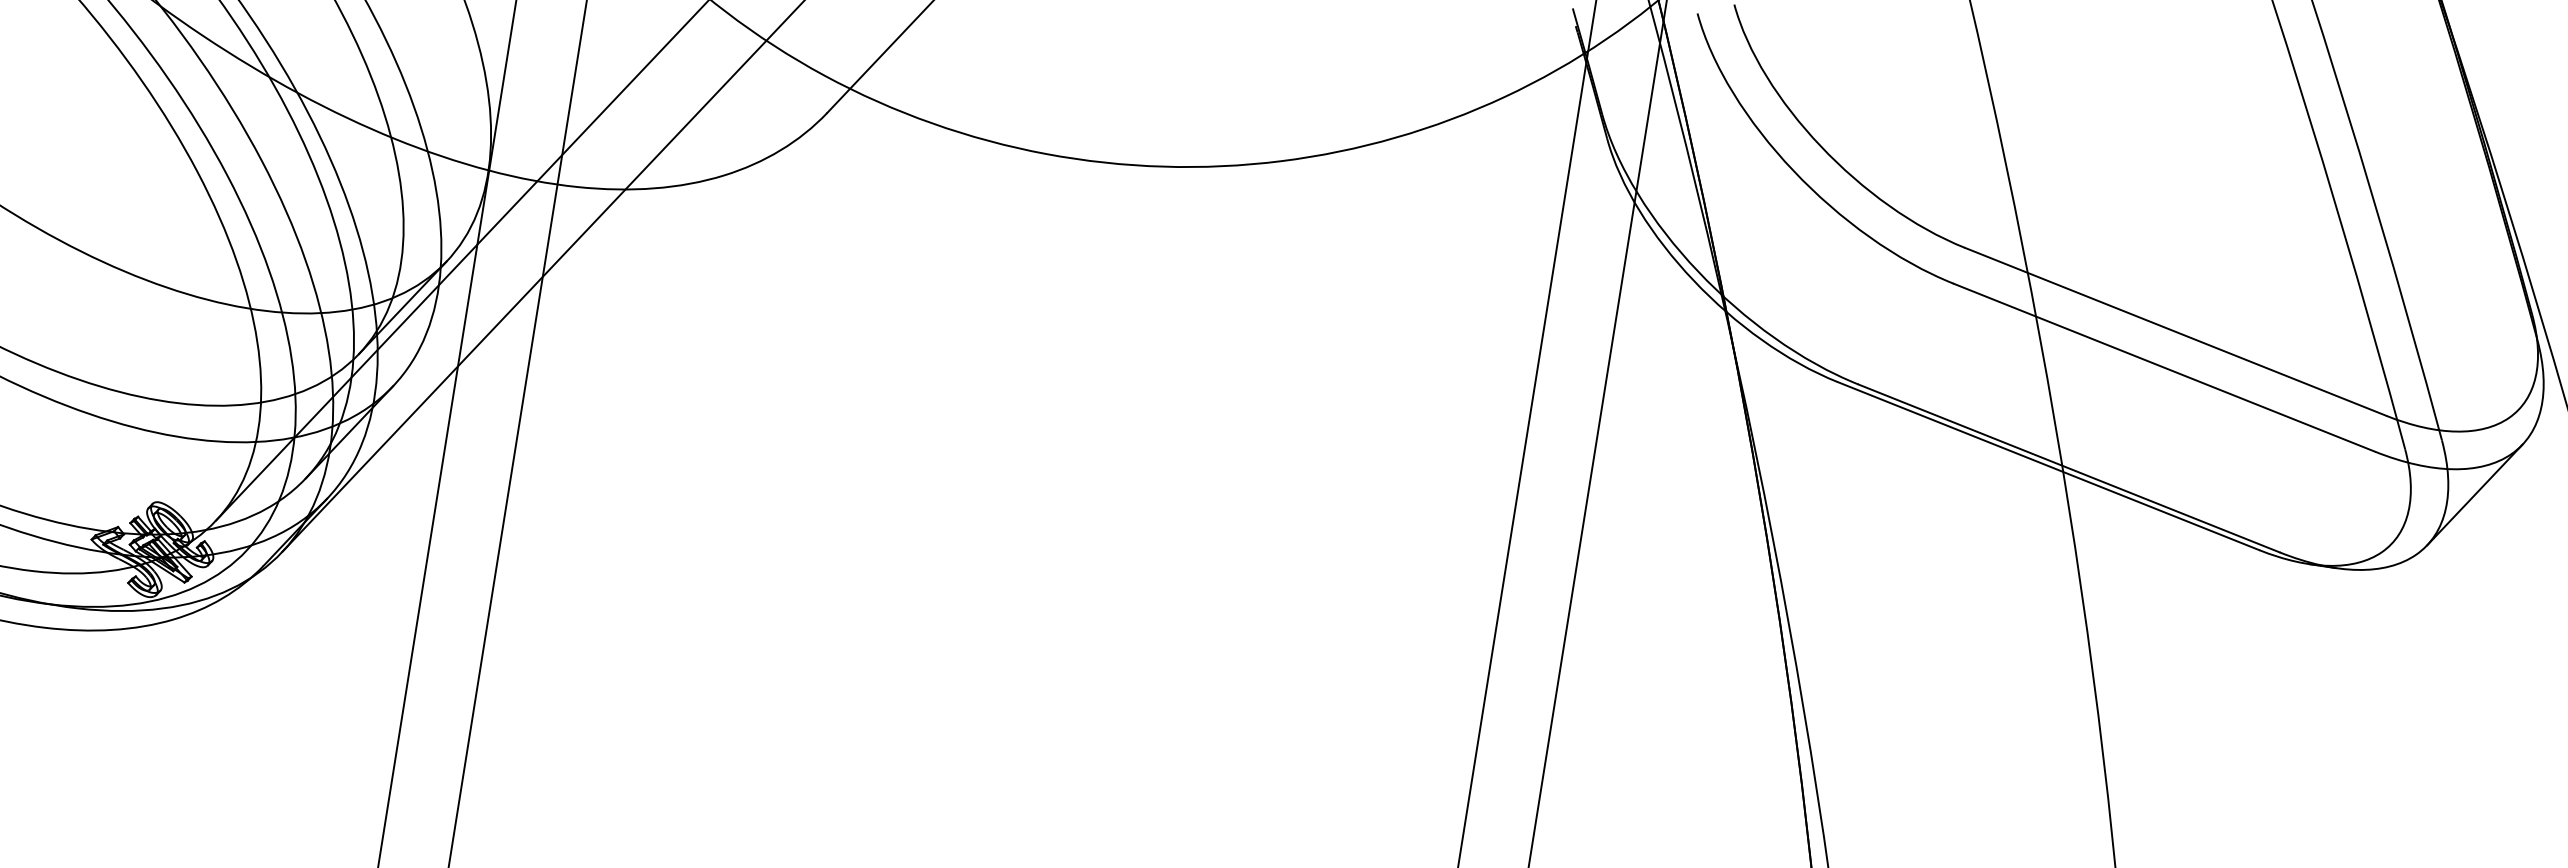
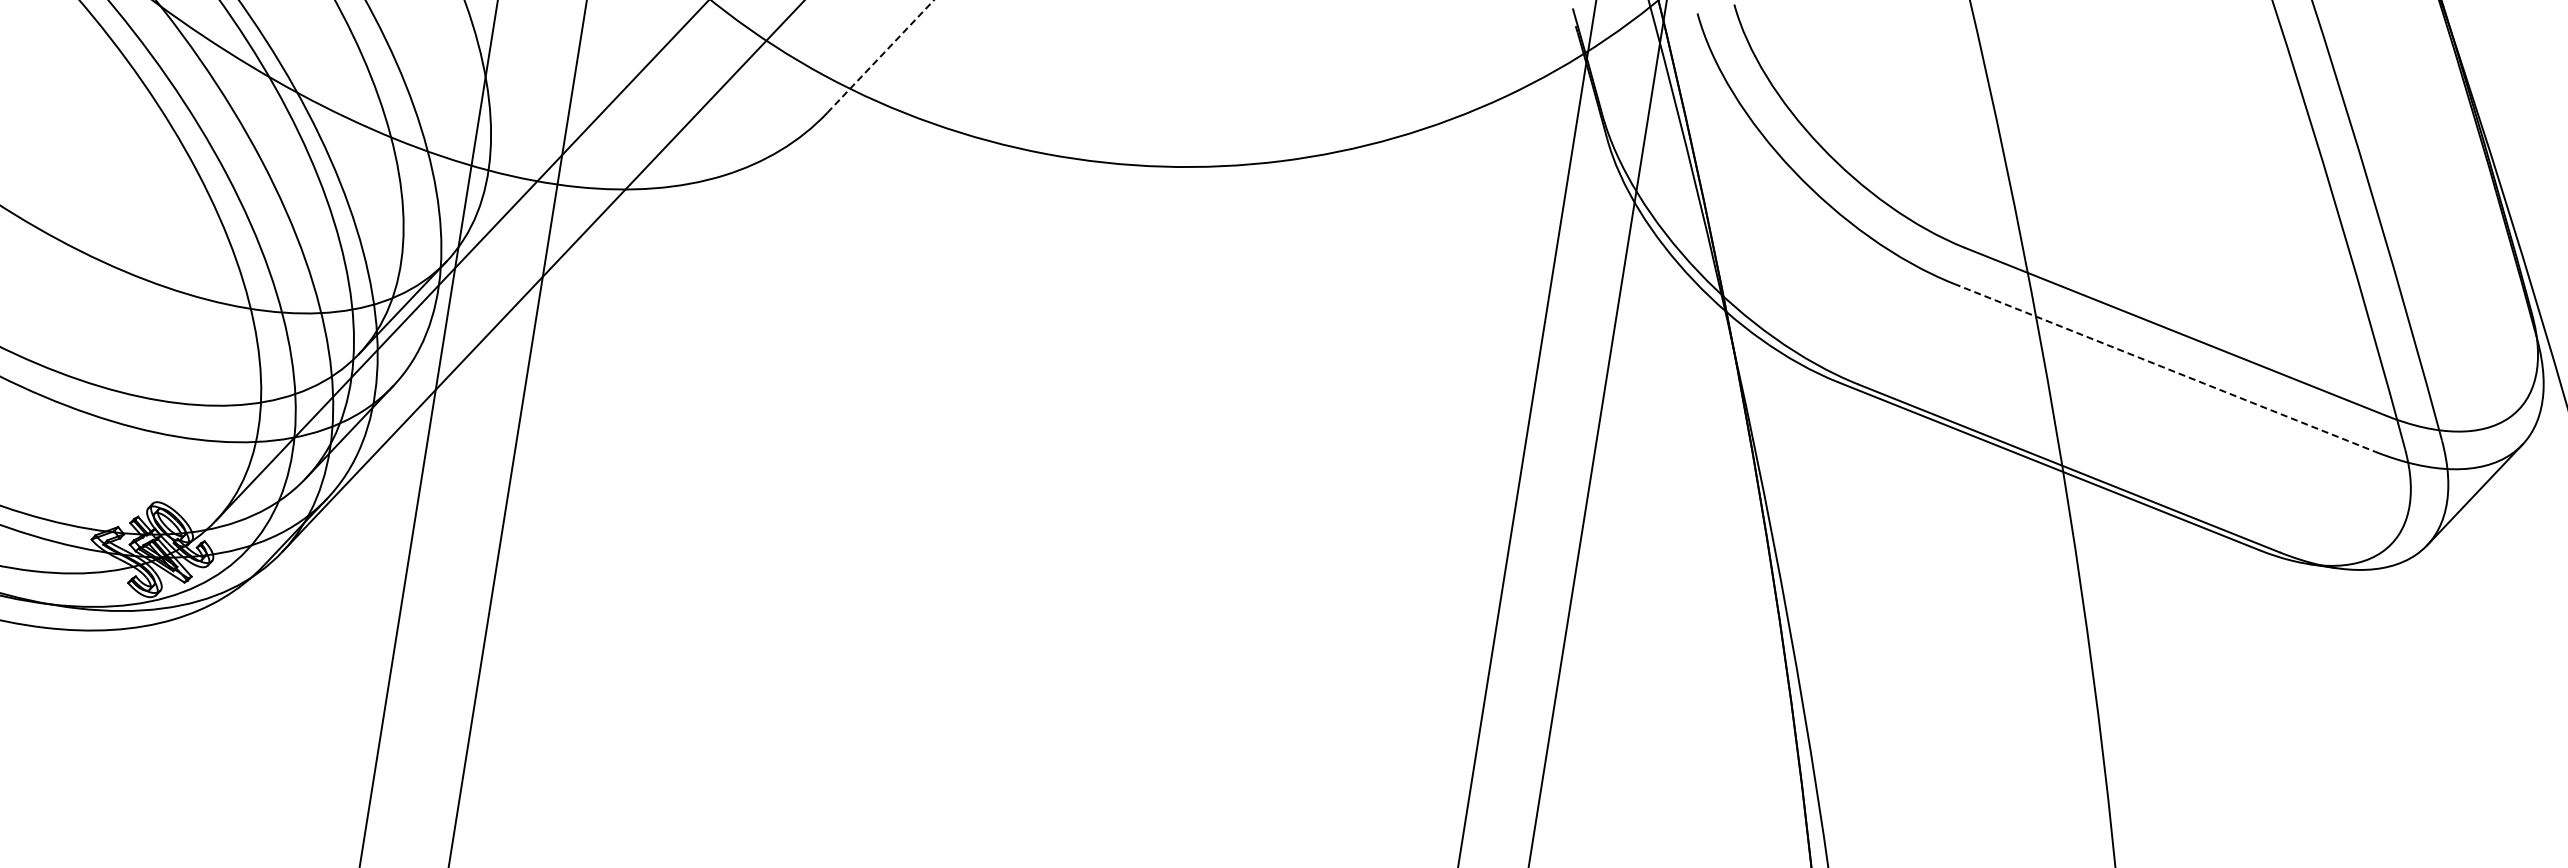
line at (880, 56): solid -> dashed
line at (2164, 367): solid -> dashed
line at (447, 433) position: (447, 433) -> (428, 433)
